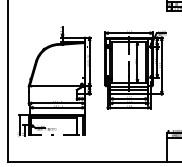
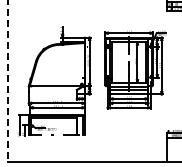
line at (7, 81): solid -> dashed
